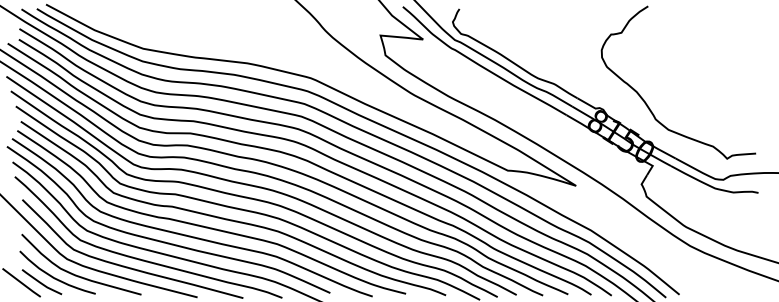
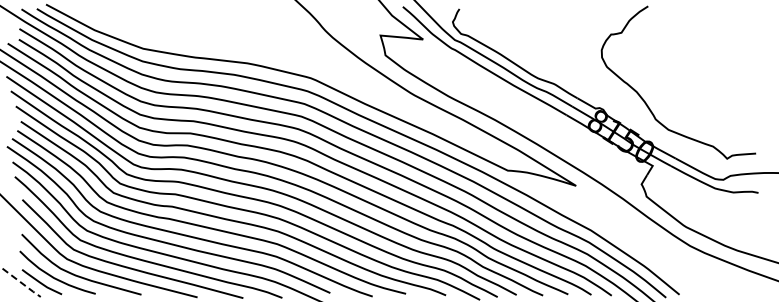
line at (22, 283): solid -> dashed
